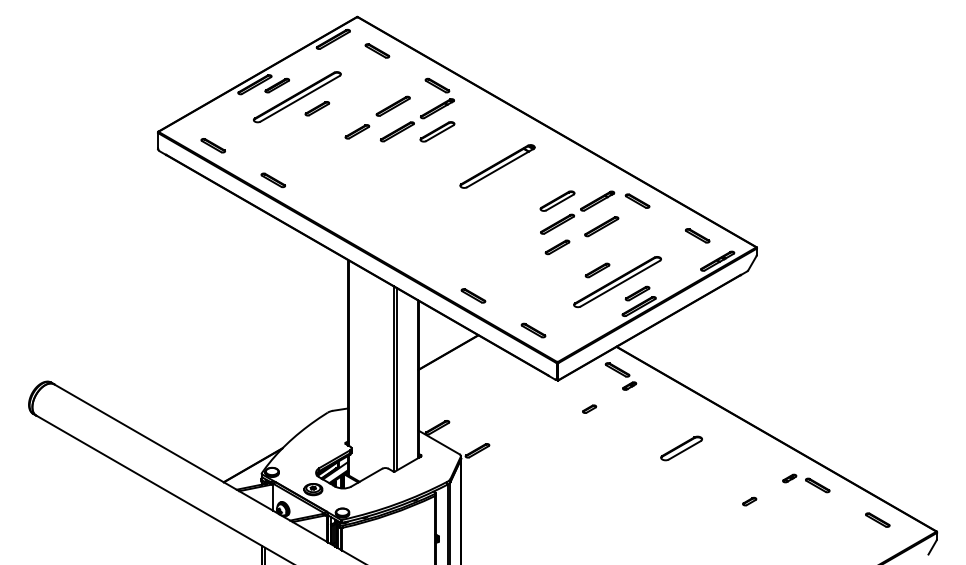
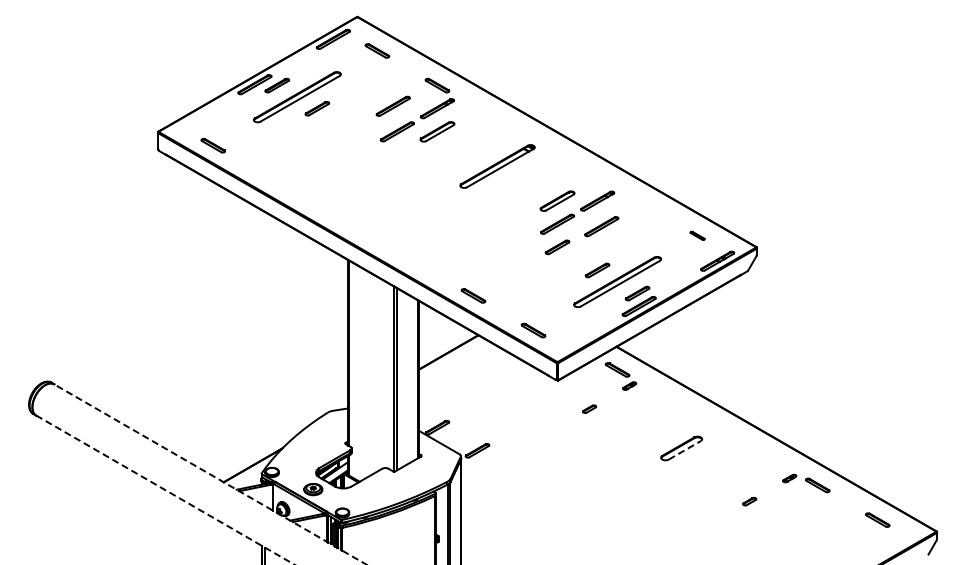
part at (357, 131): present -> none
part at (272, 180): present -> none
part at (637, 200): present -> none
part at (697, 235) size: 27x16 px -> 17x11 px
line at (685, 450): solid -> dashed
line at (210, 474): solid -> dashed
line at (165, 490): solid -> dashed
